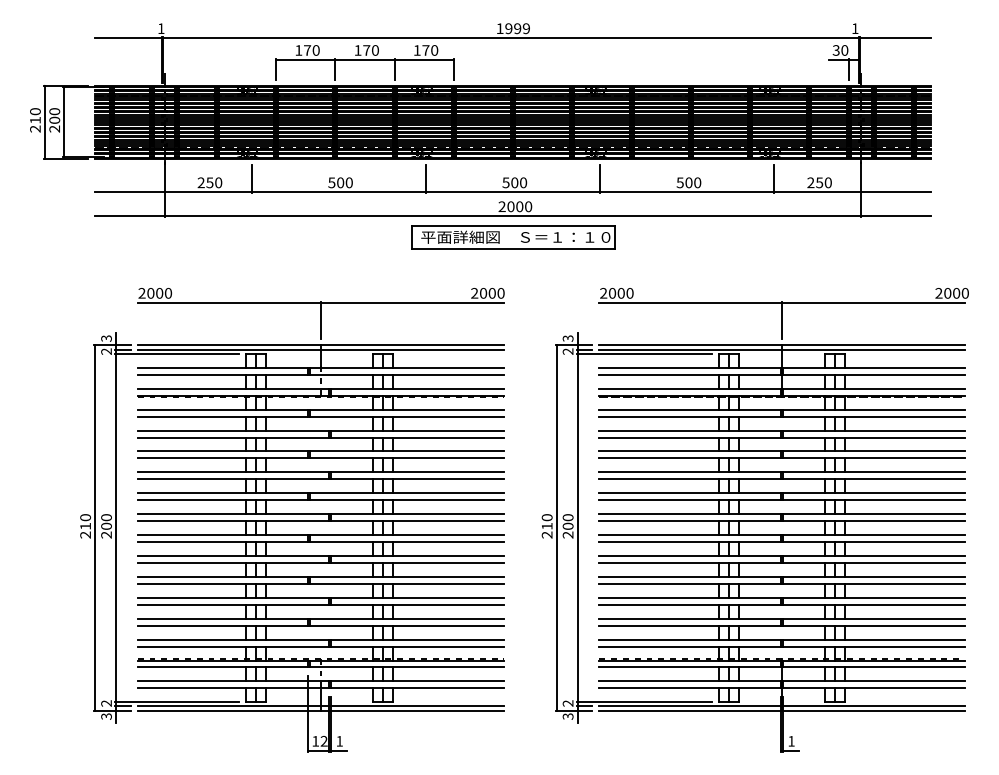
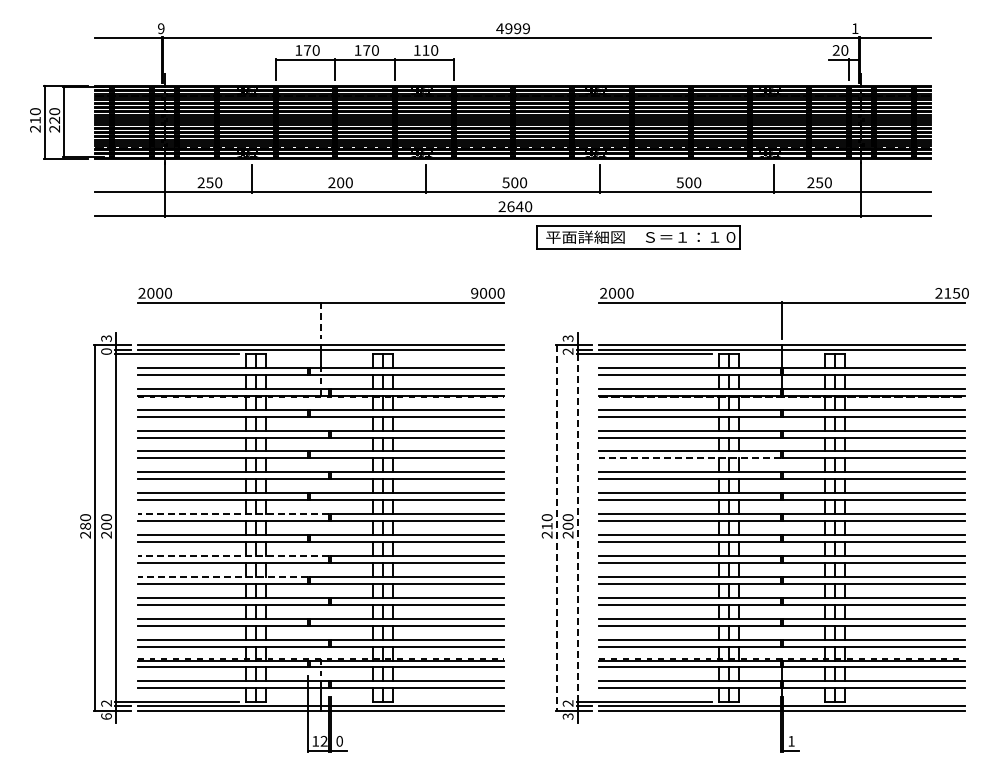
text at (161, 28): 1 -> 9
text at (499, 28): 1999 -> 4999
text at (425, 50): 170 -> 110
text at (835, 50): 30 -> 20
text at (54, 119): 200 -> 220
text at (331, 182): 500 -> 200
text at (515, 206): 2000 -> 2640
part at (513, 237) position: (513, 237) -> (638, 237)
text at (474, 293): 2000 -> 9000
text at (952, 293): 2000 -> 2150
line at (320, 320): solid -> dashed
text at (106, 351): 2 -> 0
line at (689, 458): solid -> dashed
line at (233, 514): solid -> dashed
text at (85, 525): 210 -> 280
line at (556, 528): solid -> dashed
line at (577, 528): solid -> dashed
line at (233, 555): solid -> dashed
line at (222, 576): solid -> dashed
text at (106, 716): 3 -> 6
text at (339, 740): 1 -> 0
